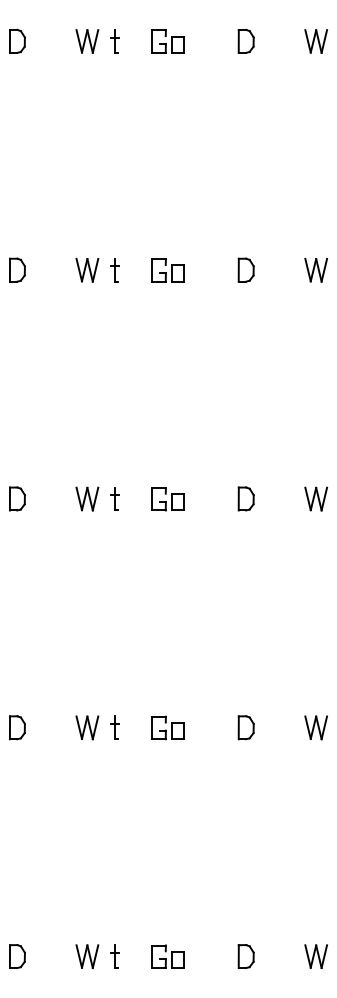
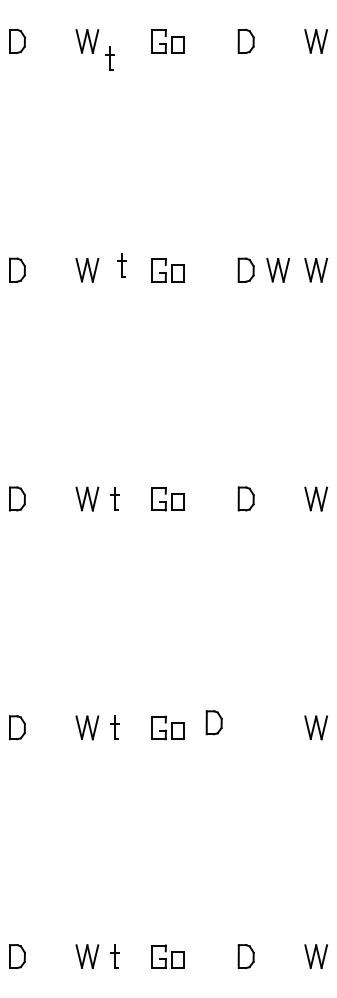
part at (114, 41) position: (114, 41) -> (109, 58)
part at (114, 270) position: (114, 270) -> (121, 265)
part at (277, 270): none -> present
part at (245, 727) position: (245, 727) -> (213, 722)
